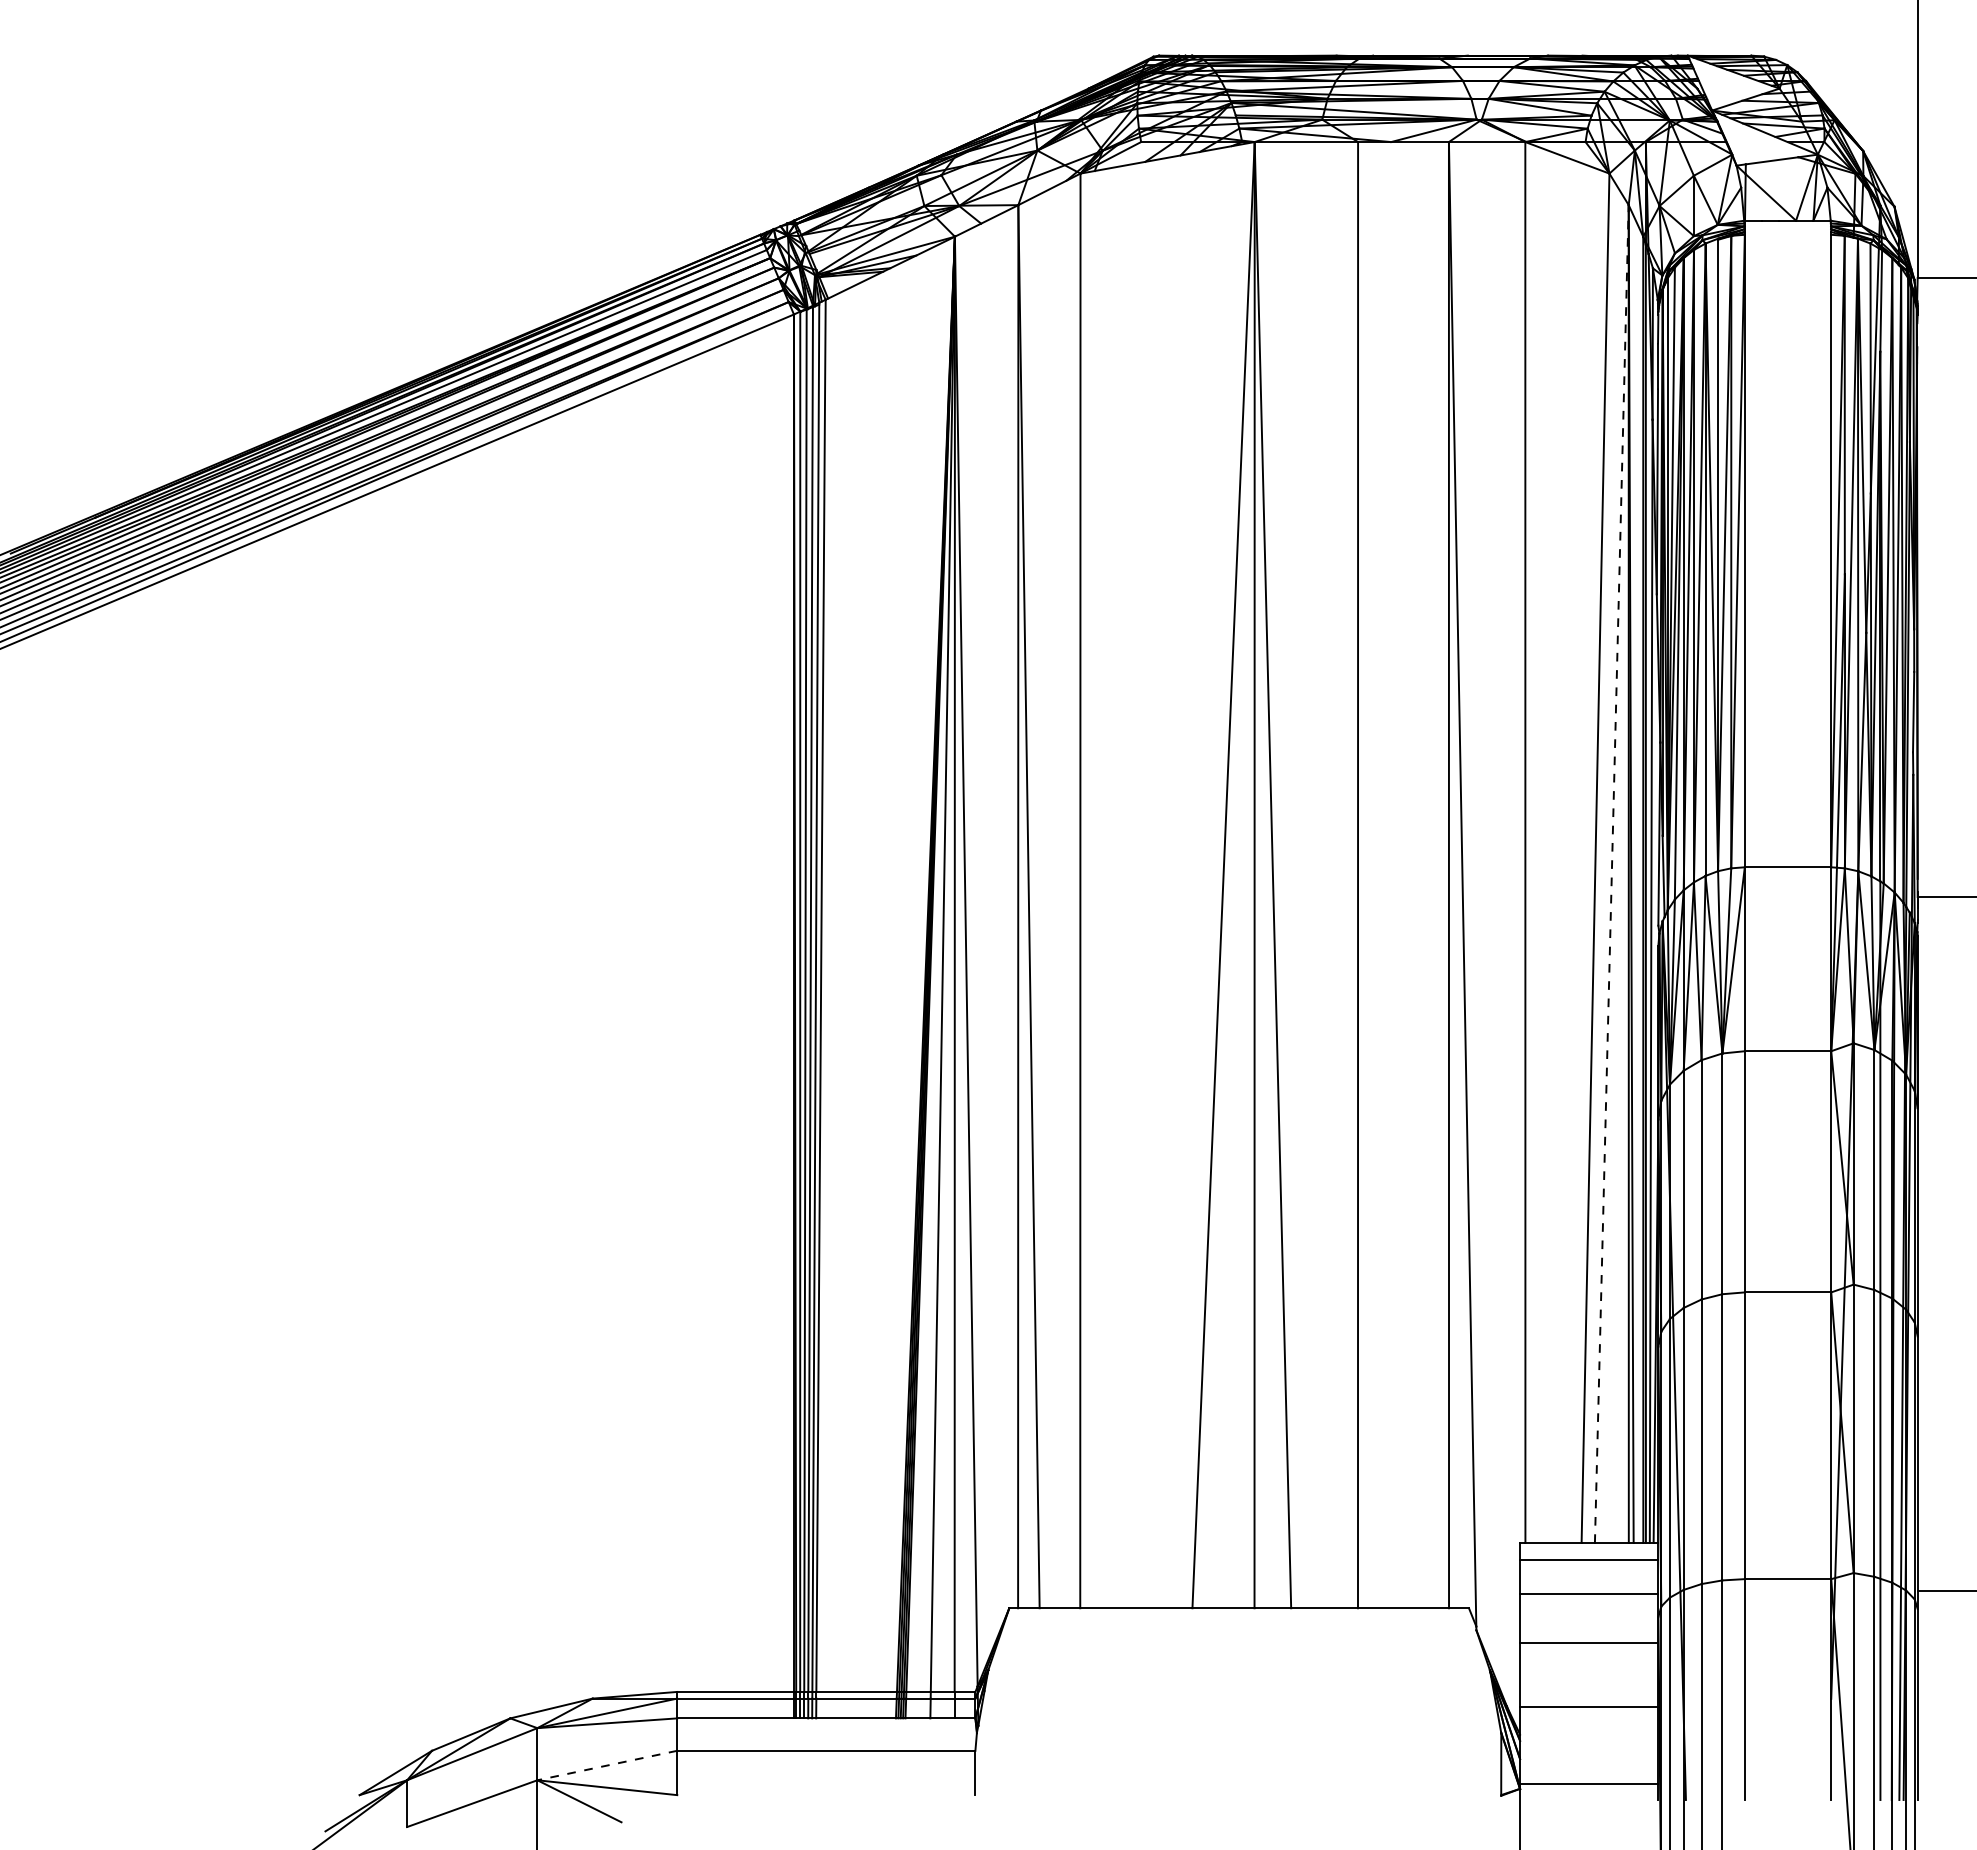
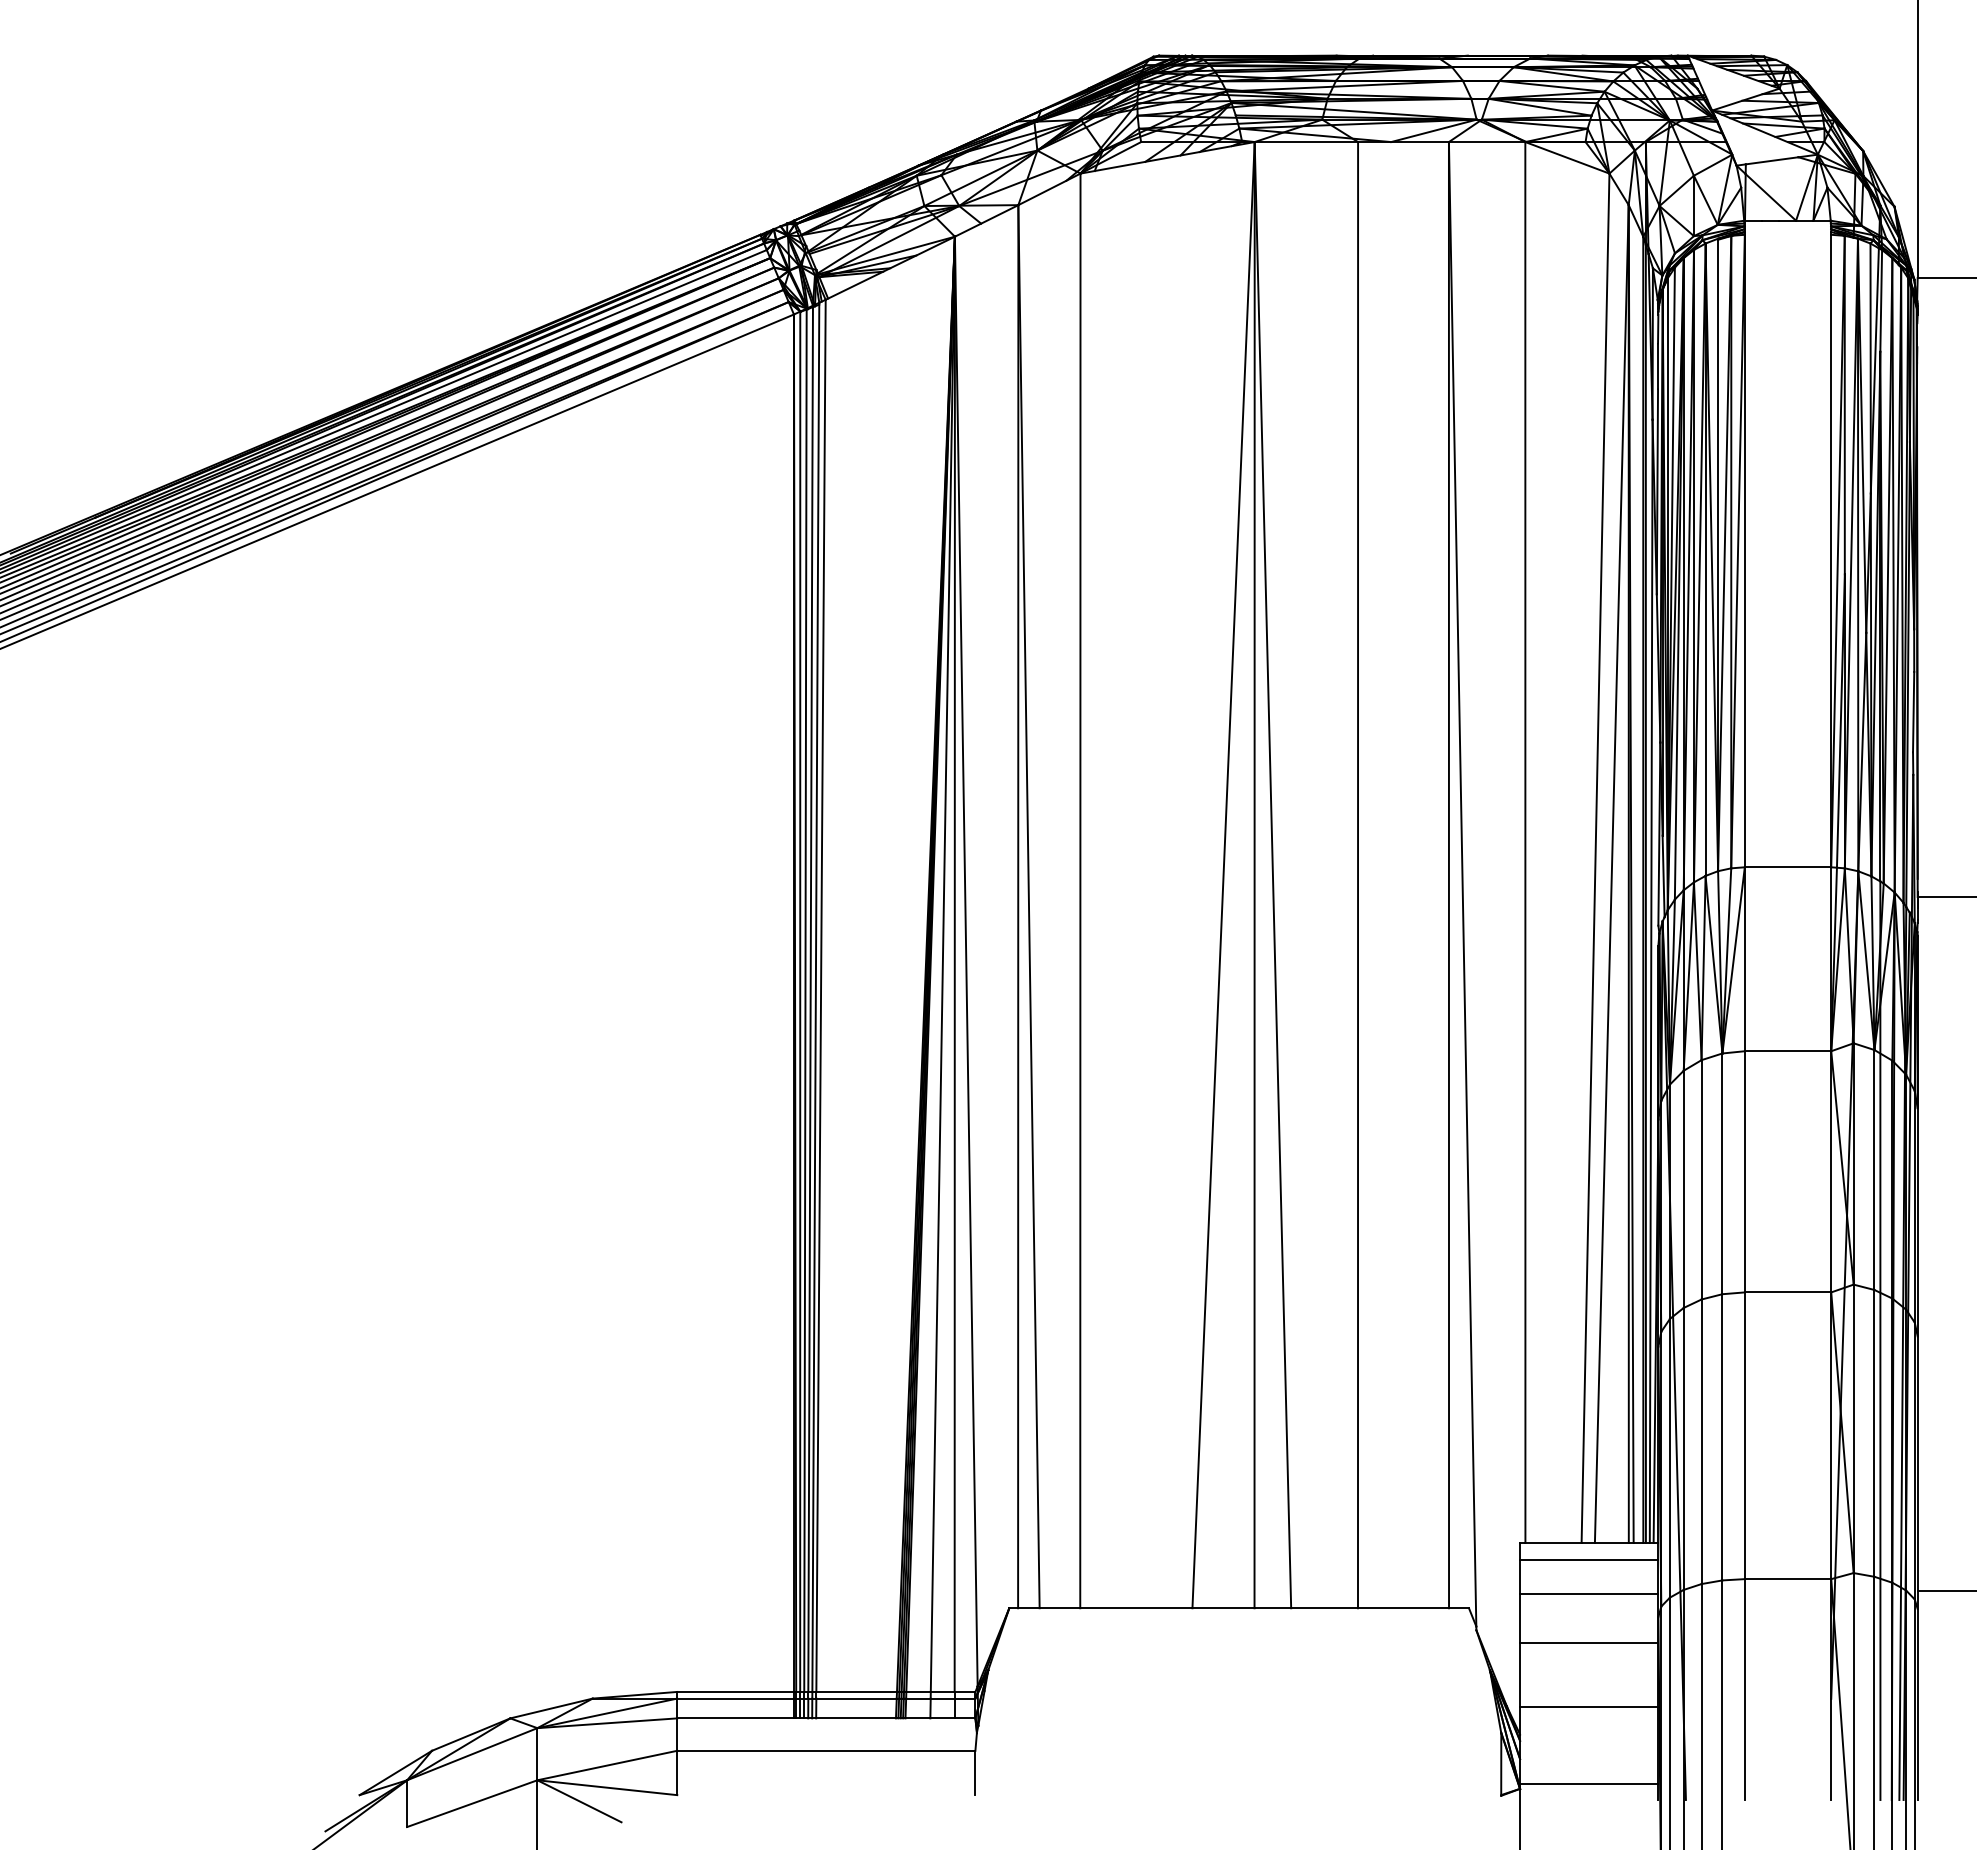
line at (1611, 873): dashed -> solid
line at (606, 1765): dashed -> solid
